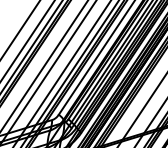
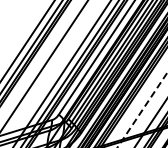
line at (20, 29): present -> none
line at (48, 71): present -> none
line at (142, 110): solid -> dashed
